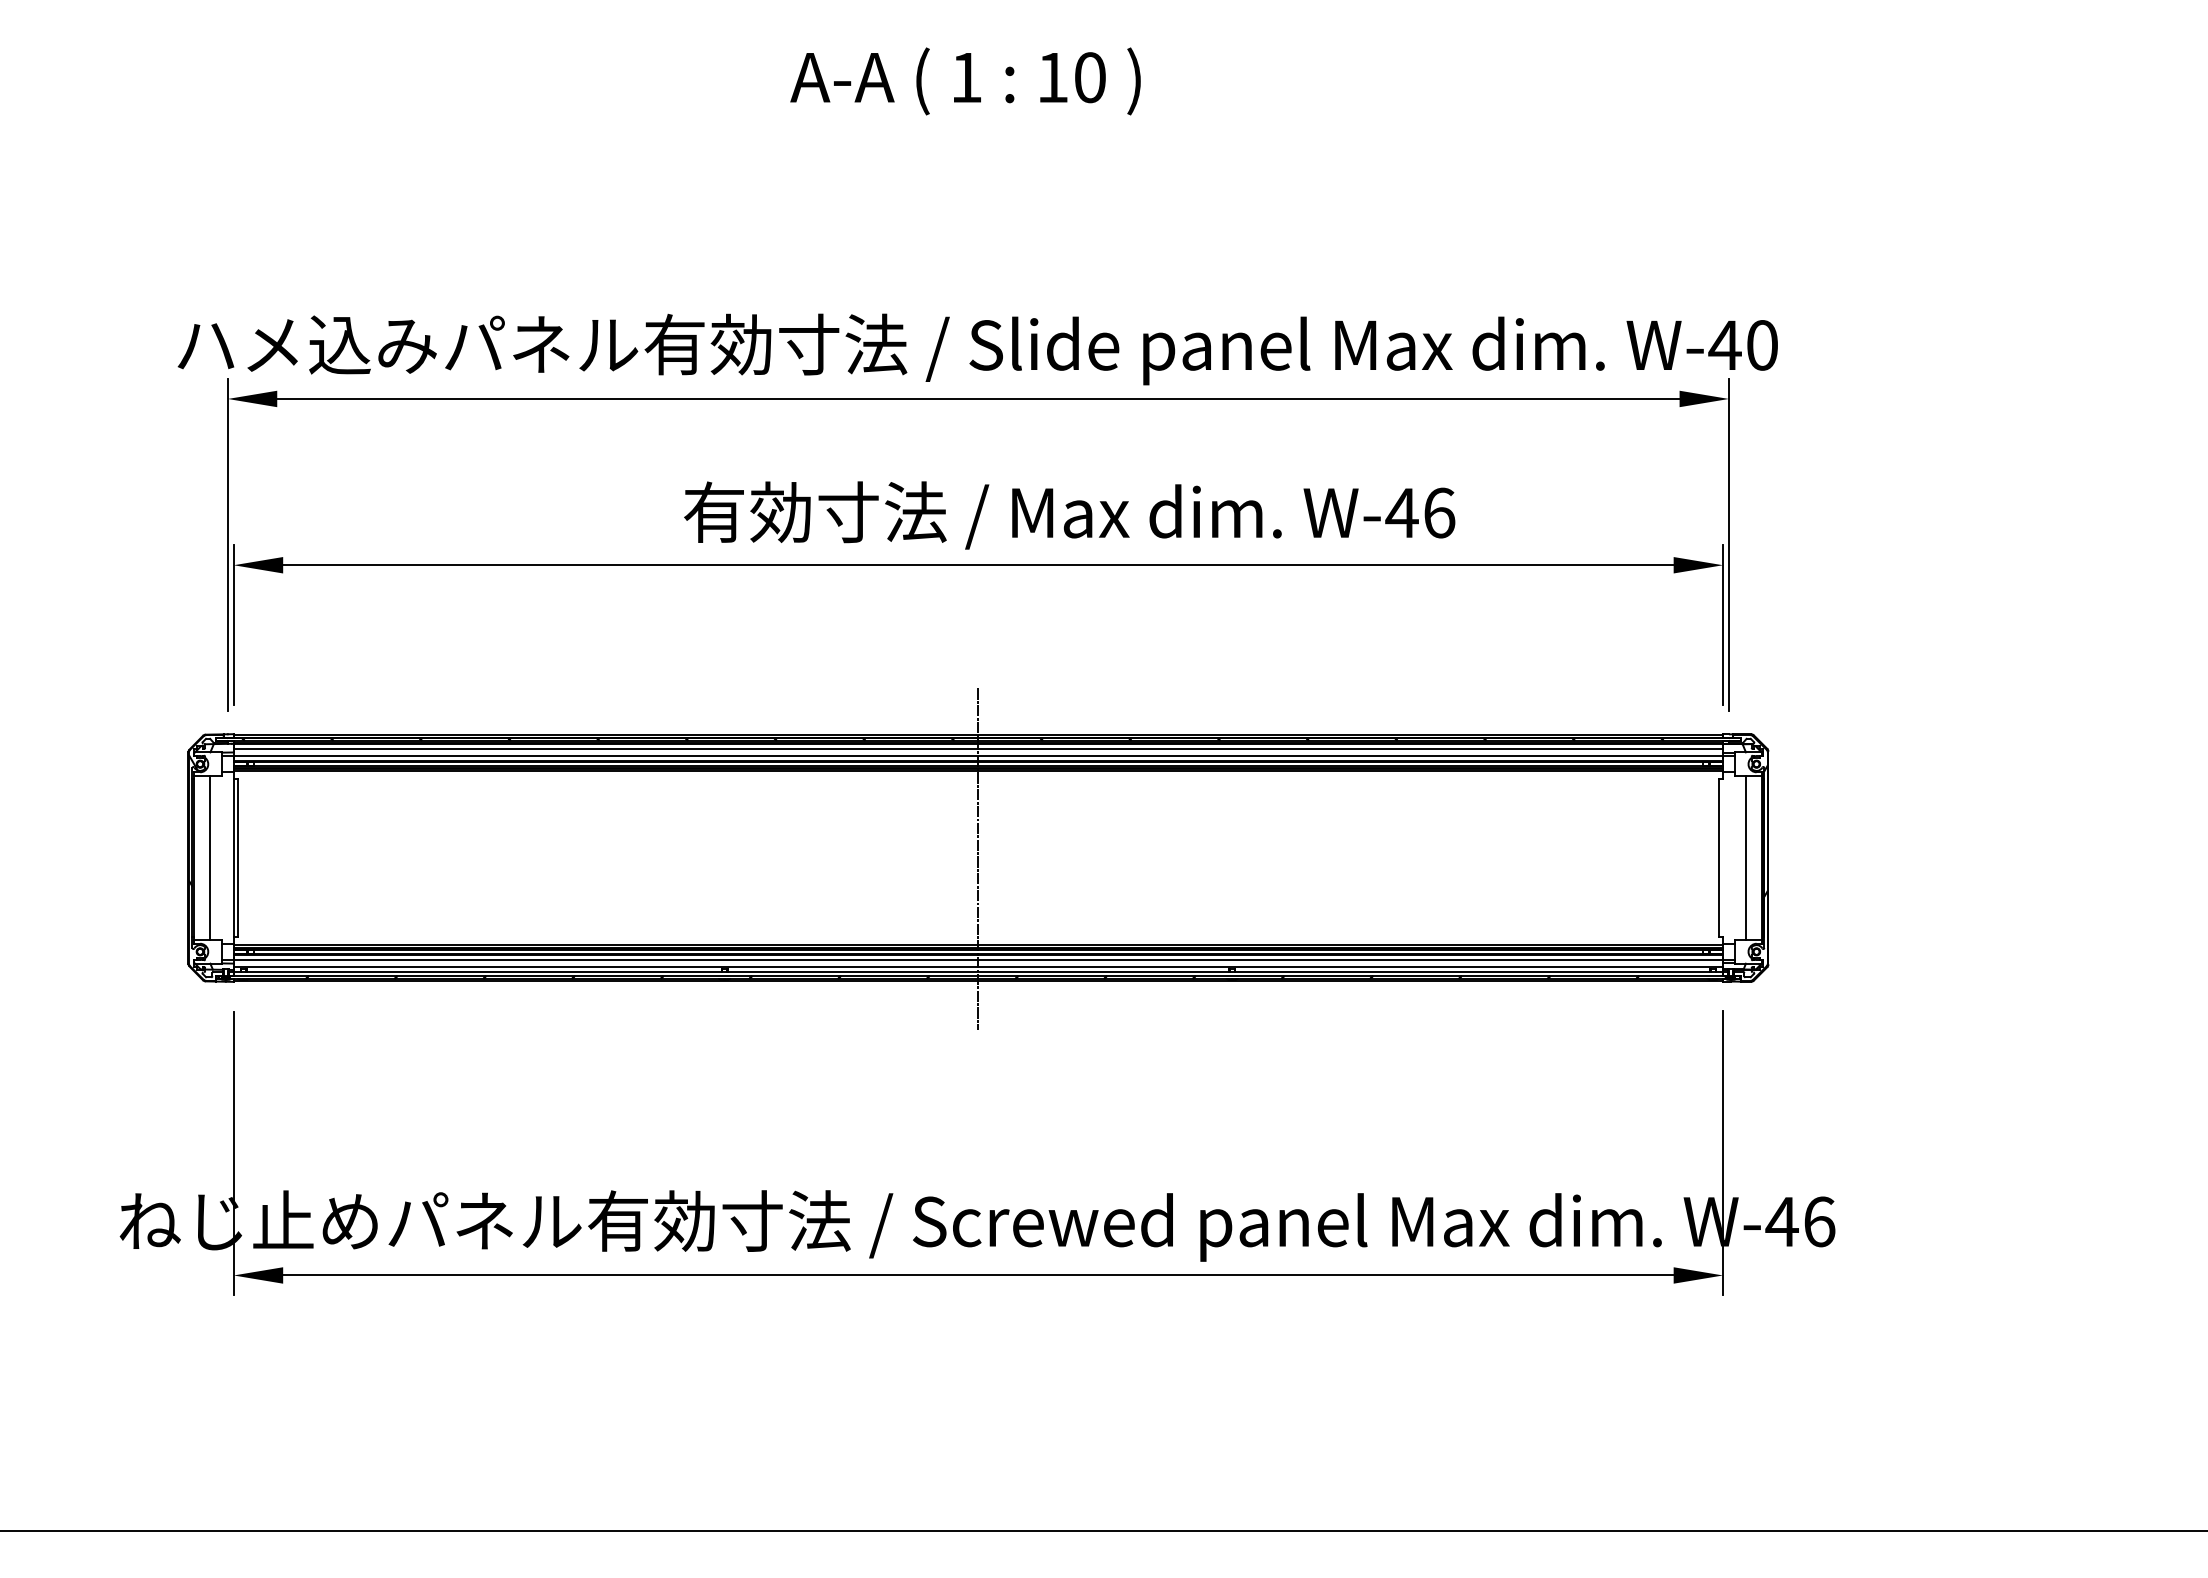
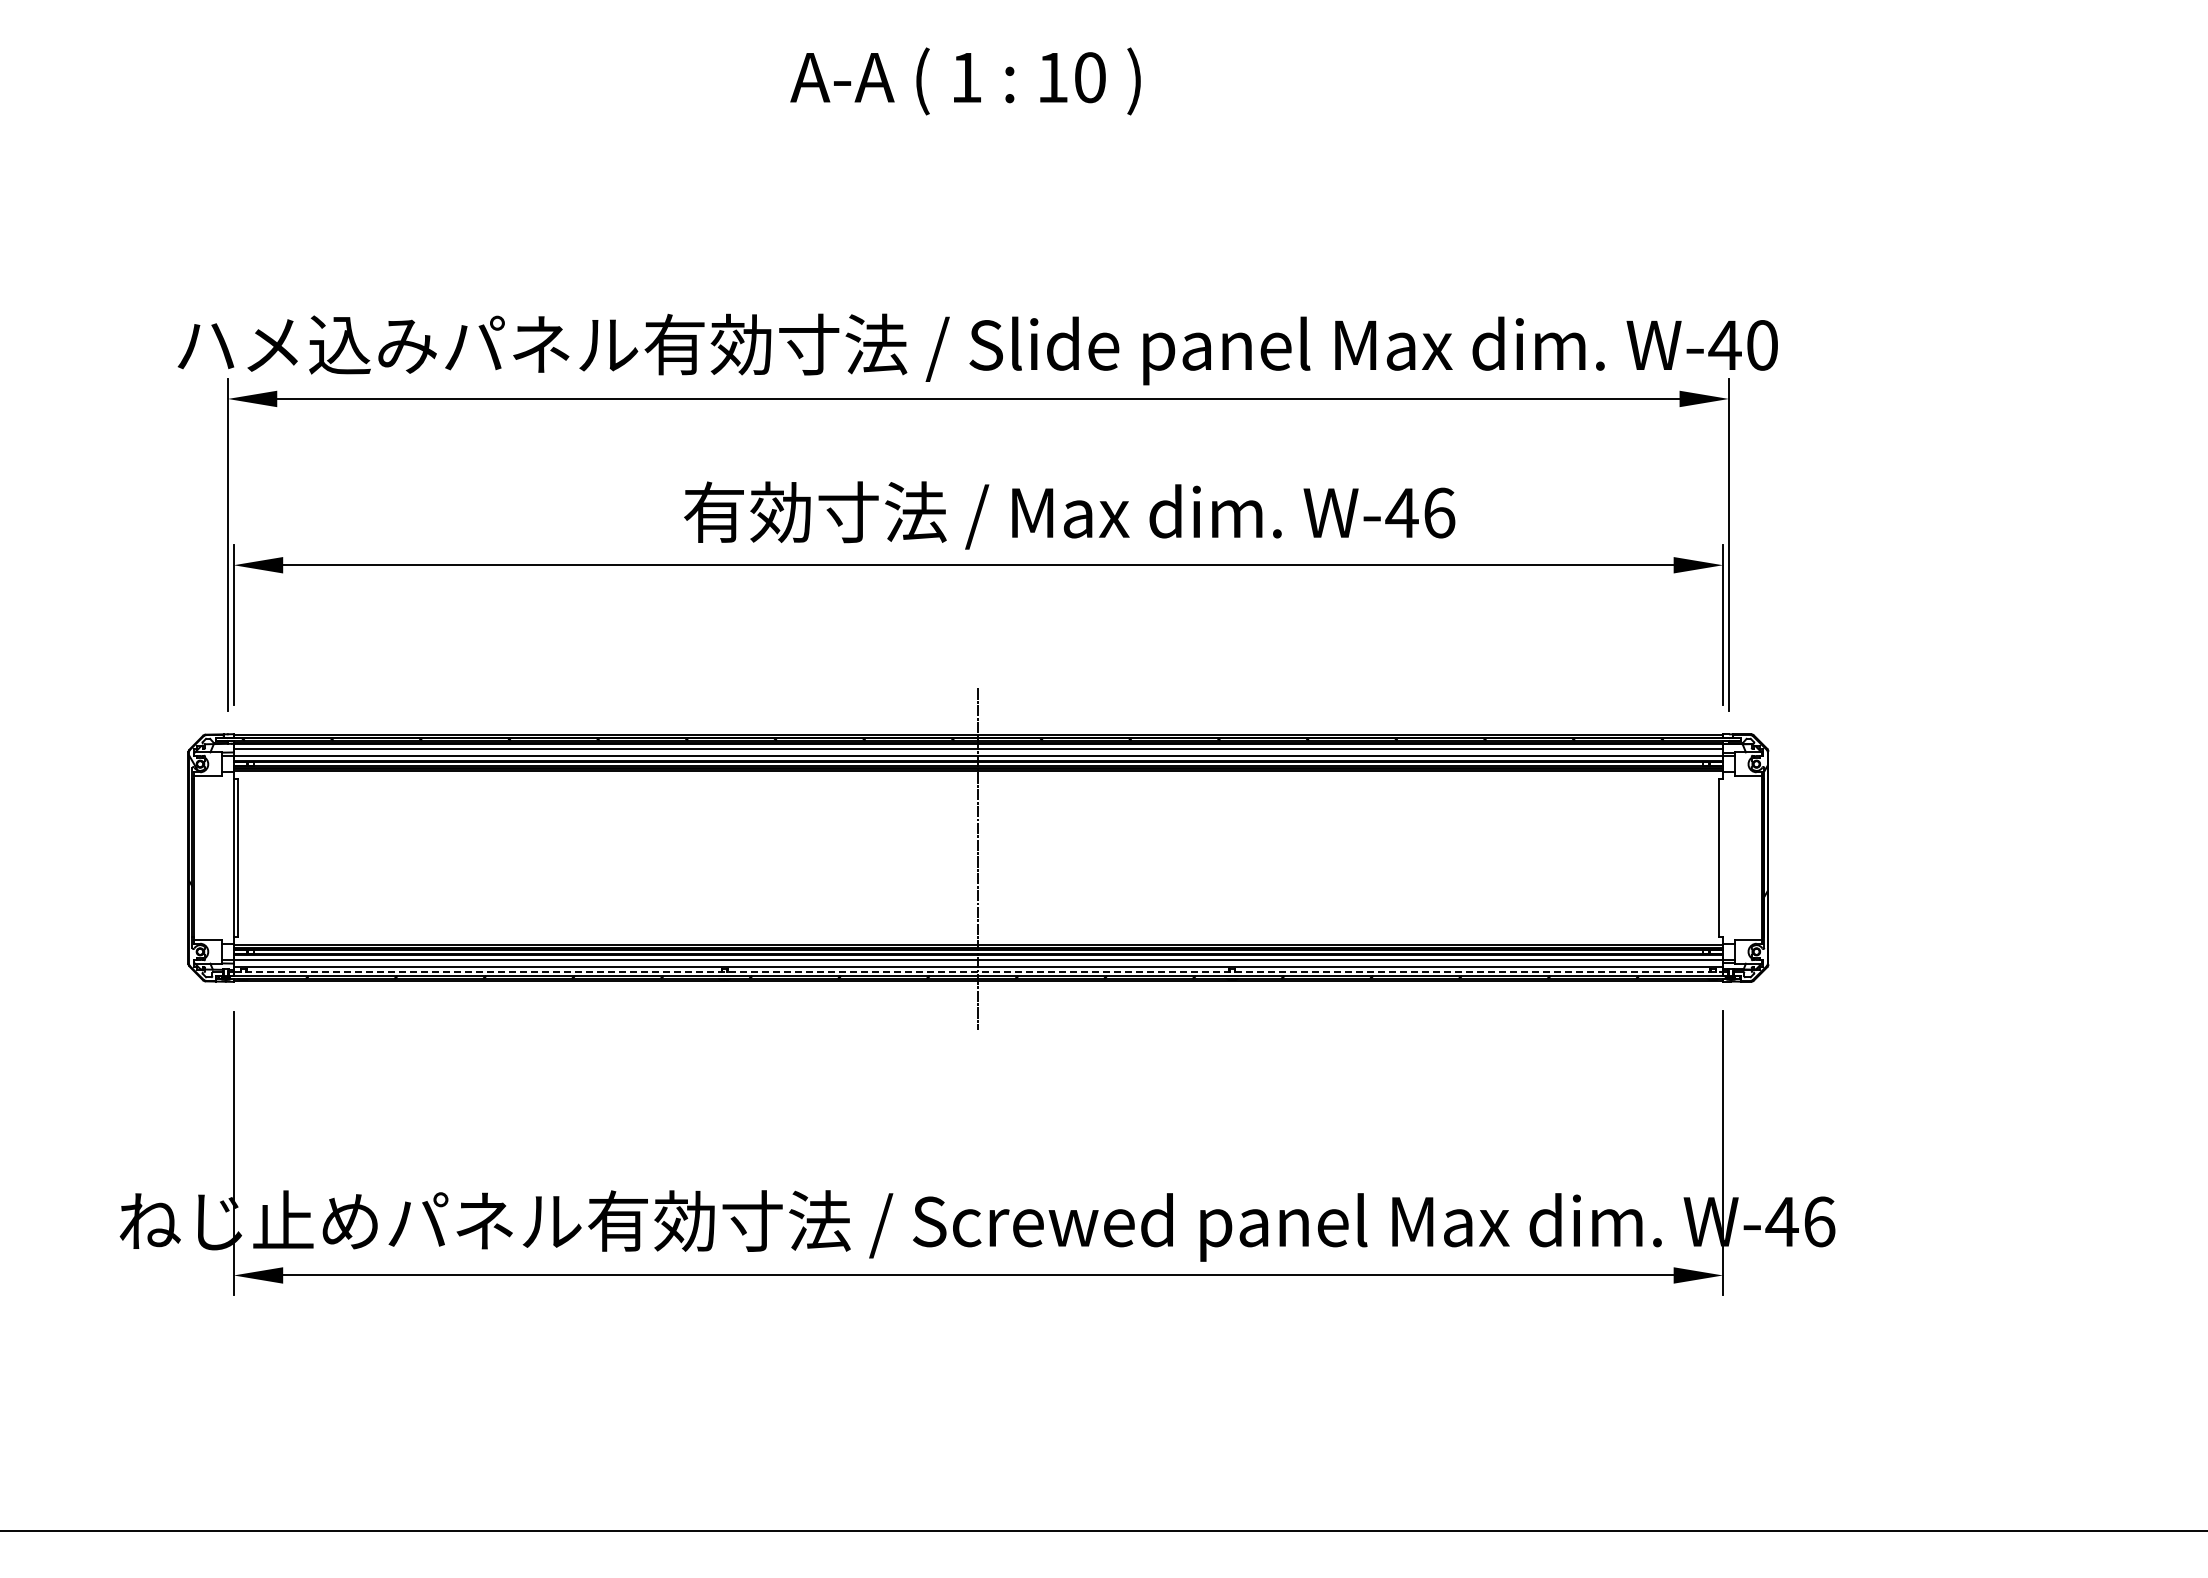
line at (210, 858): present -> none
line at (1746, 858): present -> none
line at (978, 971): solid -> dashed
